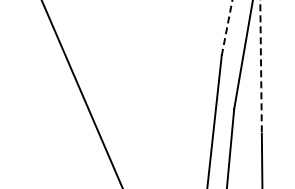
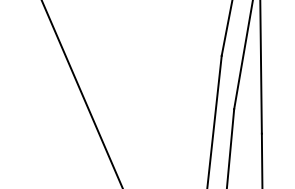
line at (227, 28): dashed -> solid
line at (261, 66): dashed -> solid
